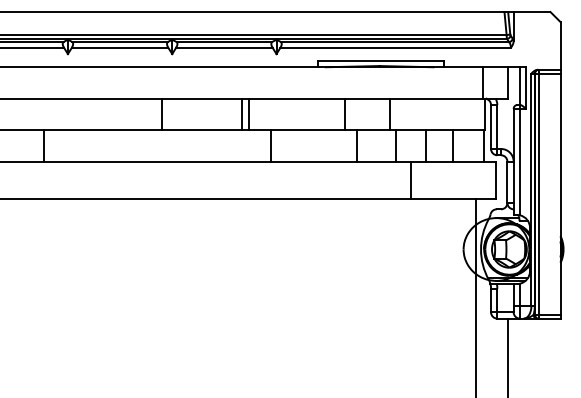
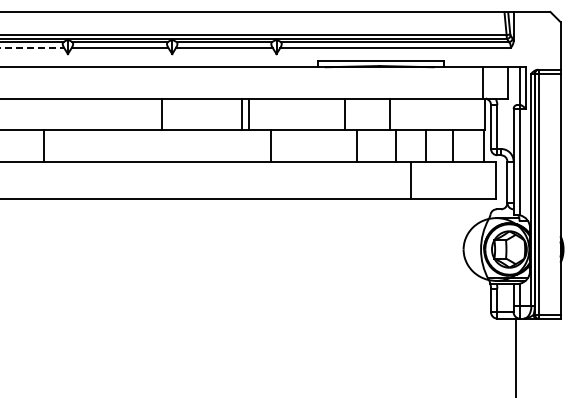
line at (32, 47): solid -> dashed
line at (476, 296): present -> none
line at (507, 356) position: (507, 356) -> (515, 356)
